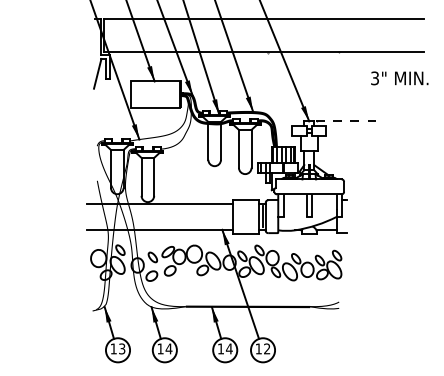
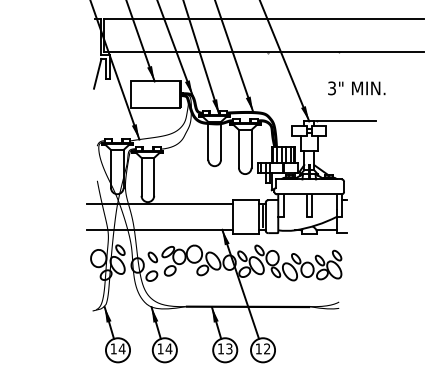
text at (399, 78) position: (399, 78) -> (356, 88)
line at (345, 121): dashed -> solid
text at (121, 348): 13 -> 14
text at (228, 348): 14 -> 13
